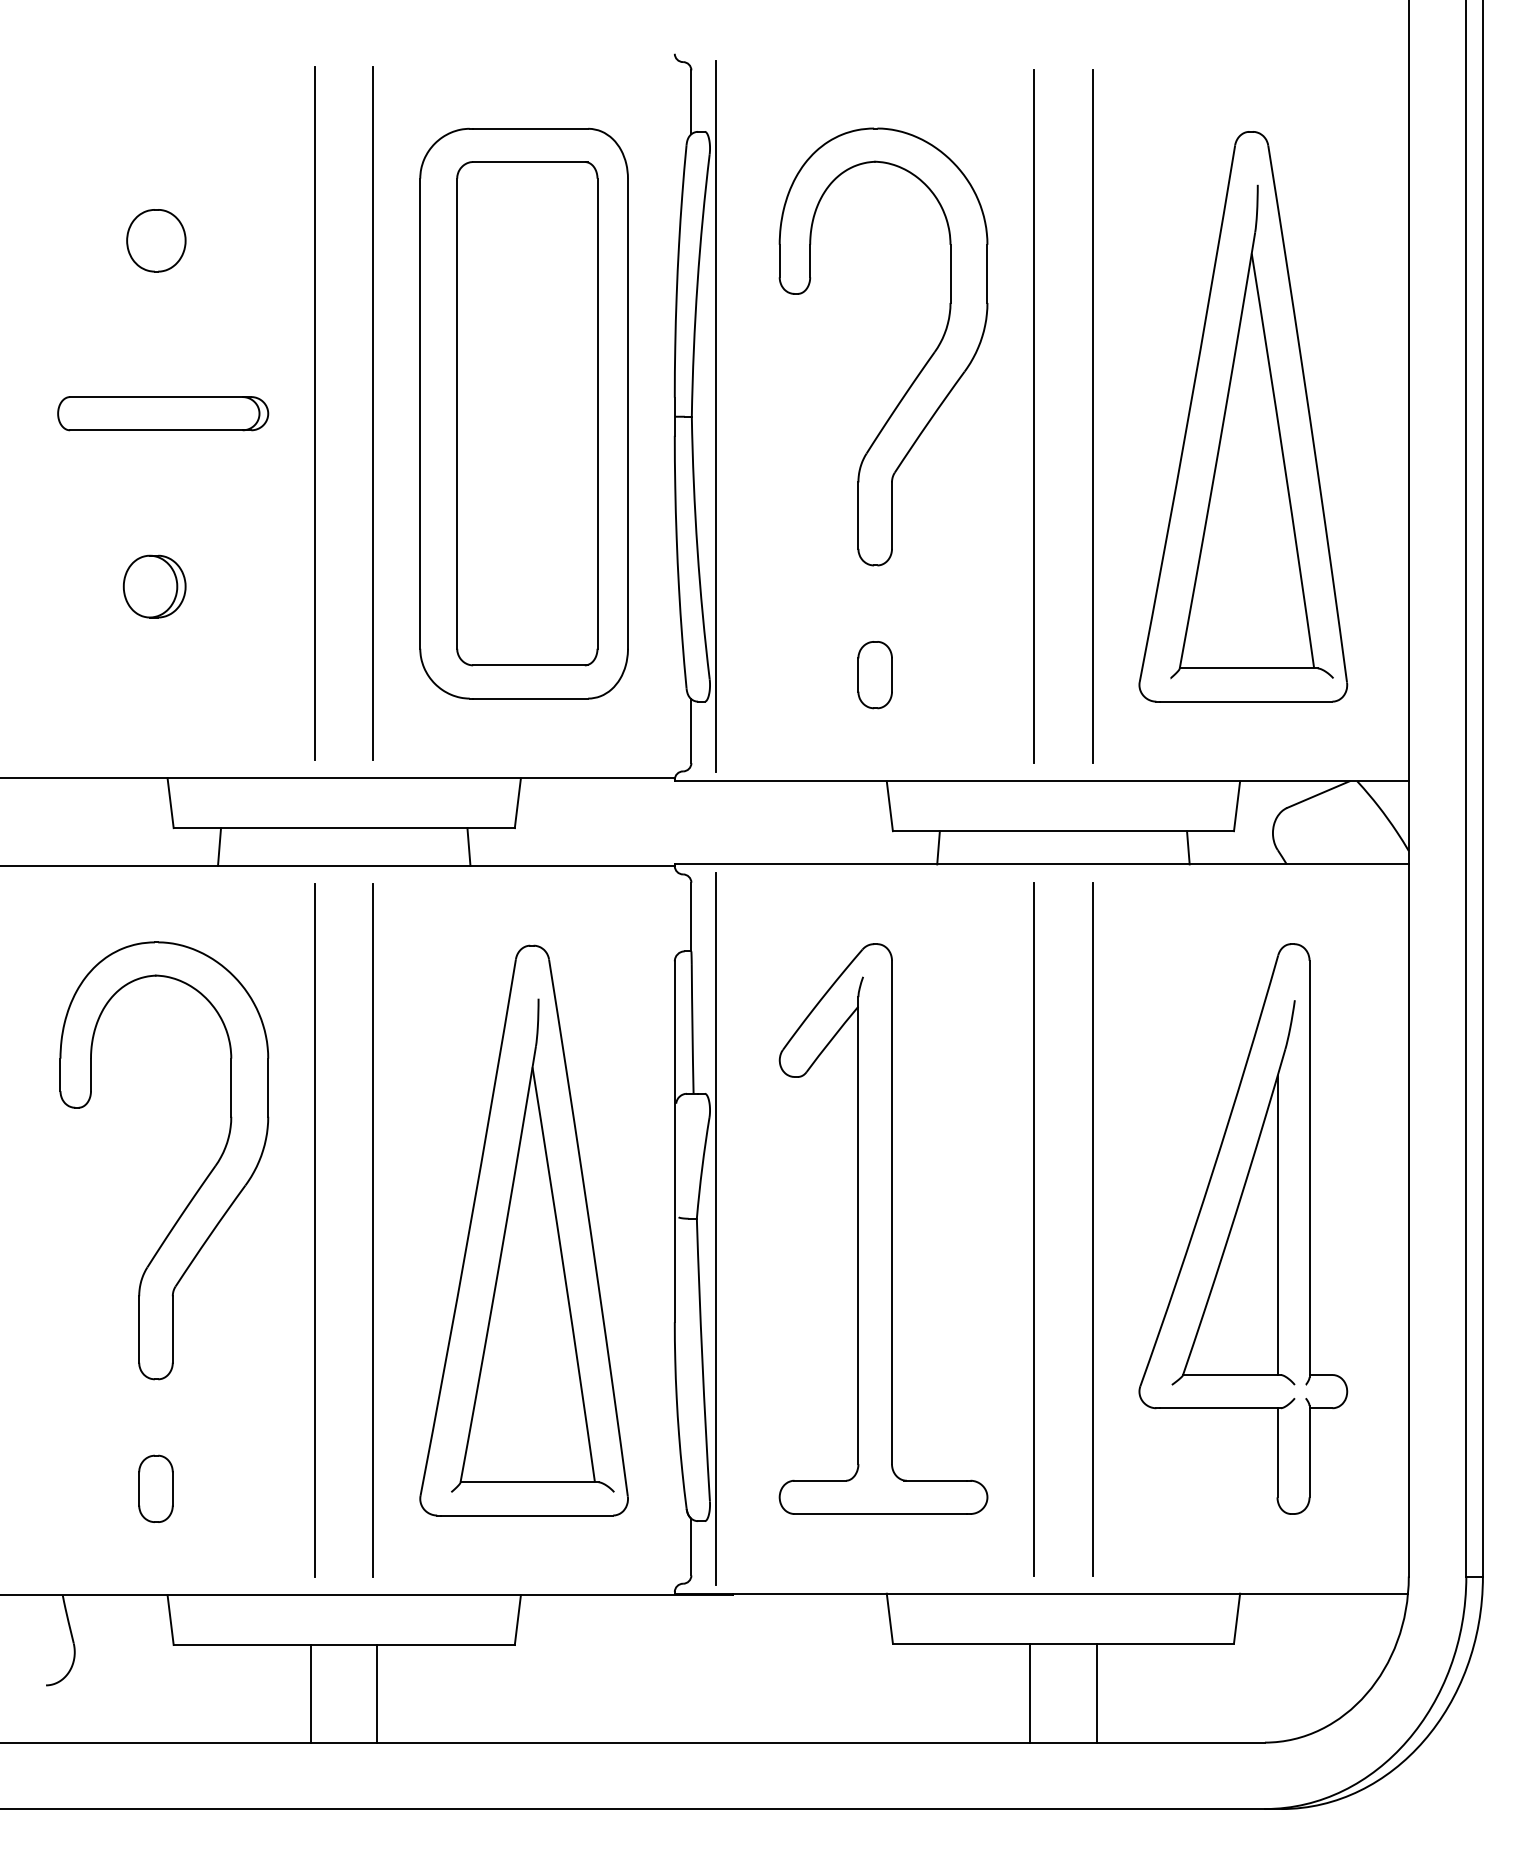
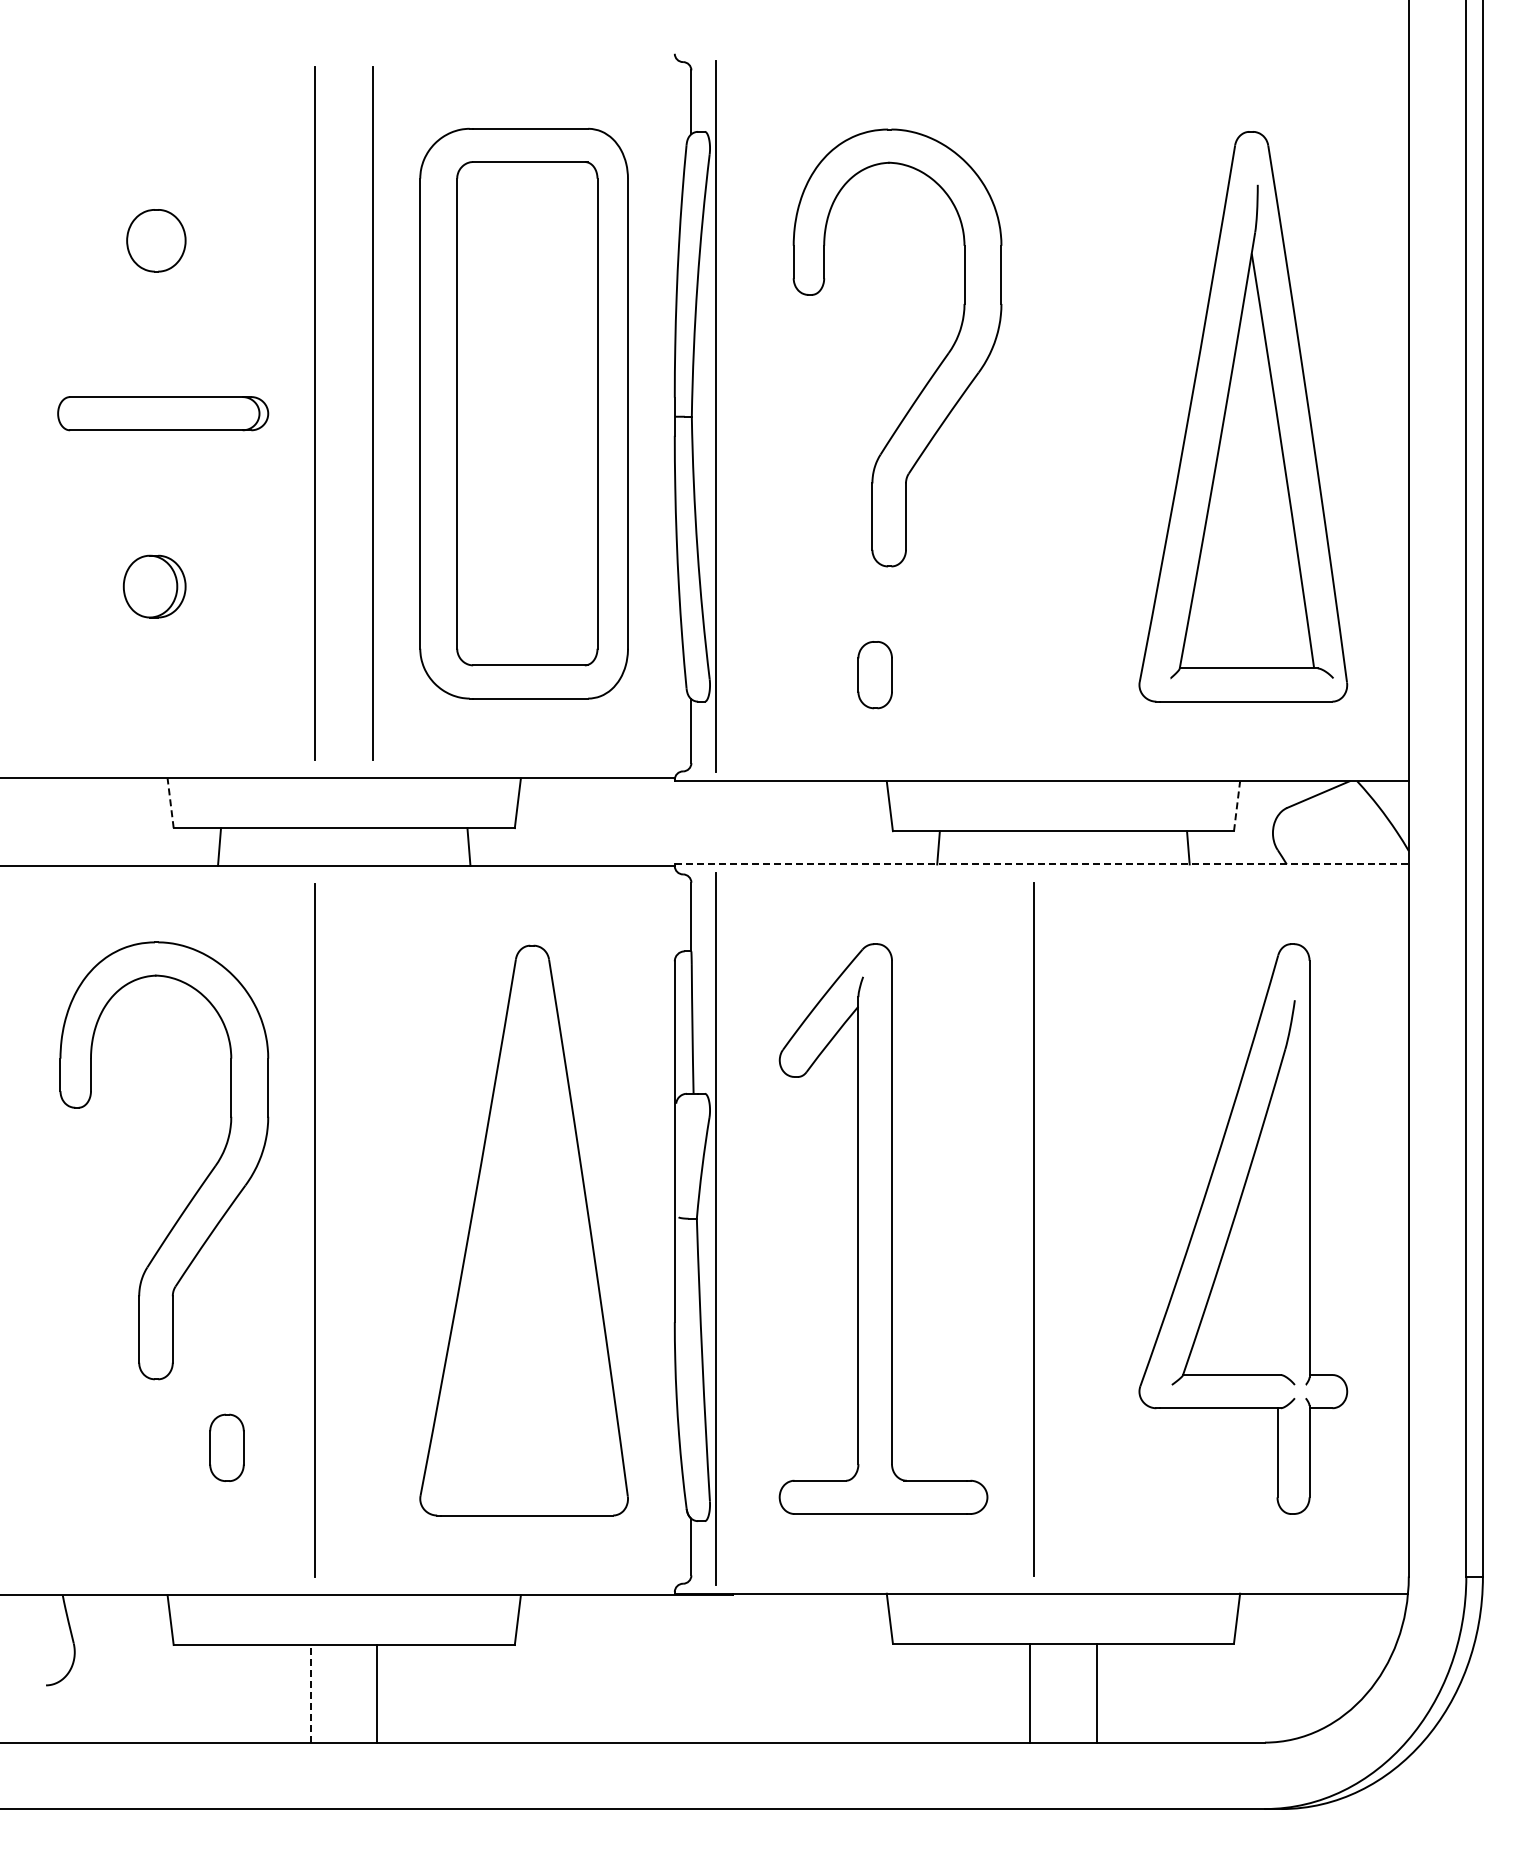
part at (917, 374) position: (917, 374) -> (931, 375)
line at (1034, 416): present -> none
line at (1092, 416): present -> none
line at (170, 802): solid -> dashed
line at (1237, 805): solid -> dashed
line at (1041, 864): solid -> dashed
line at (1277, 1225): present -> none
line at (1092, 1228): present -> none
line at (373, 1230): present -> none
part at (532, 1245): present -> none
part at (155, 1488) position: (155, 1488) -> (226, 1447)
line at (311, 1693): solid -> dashed
